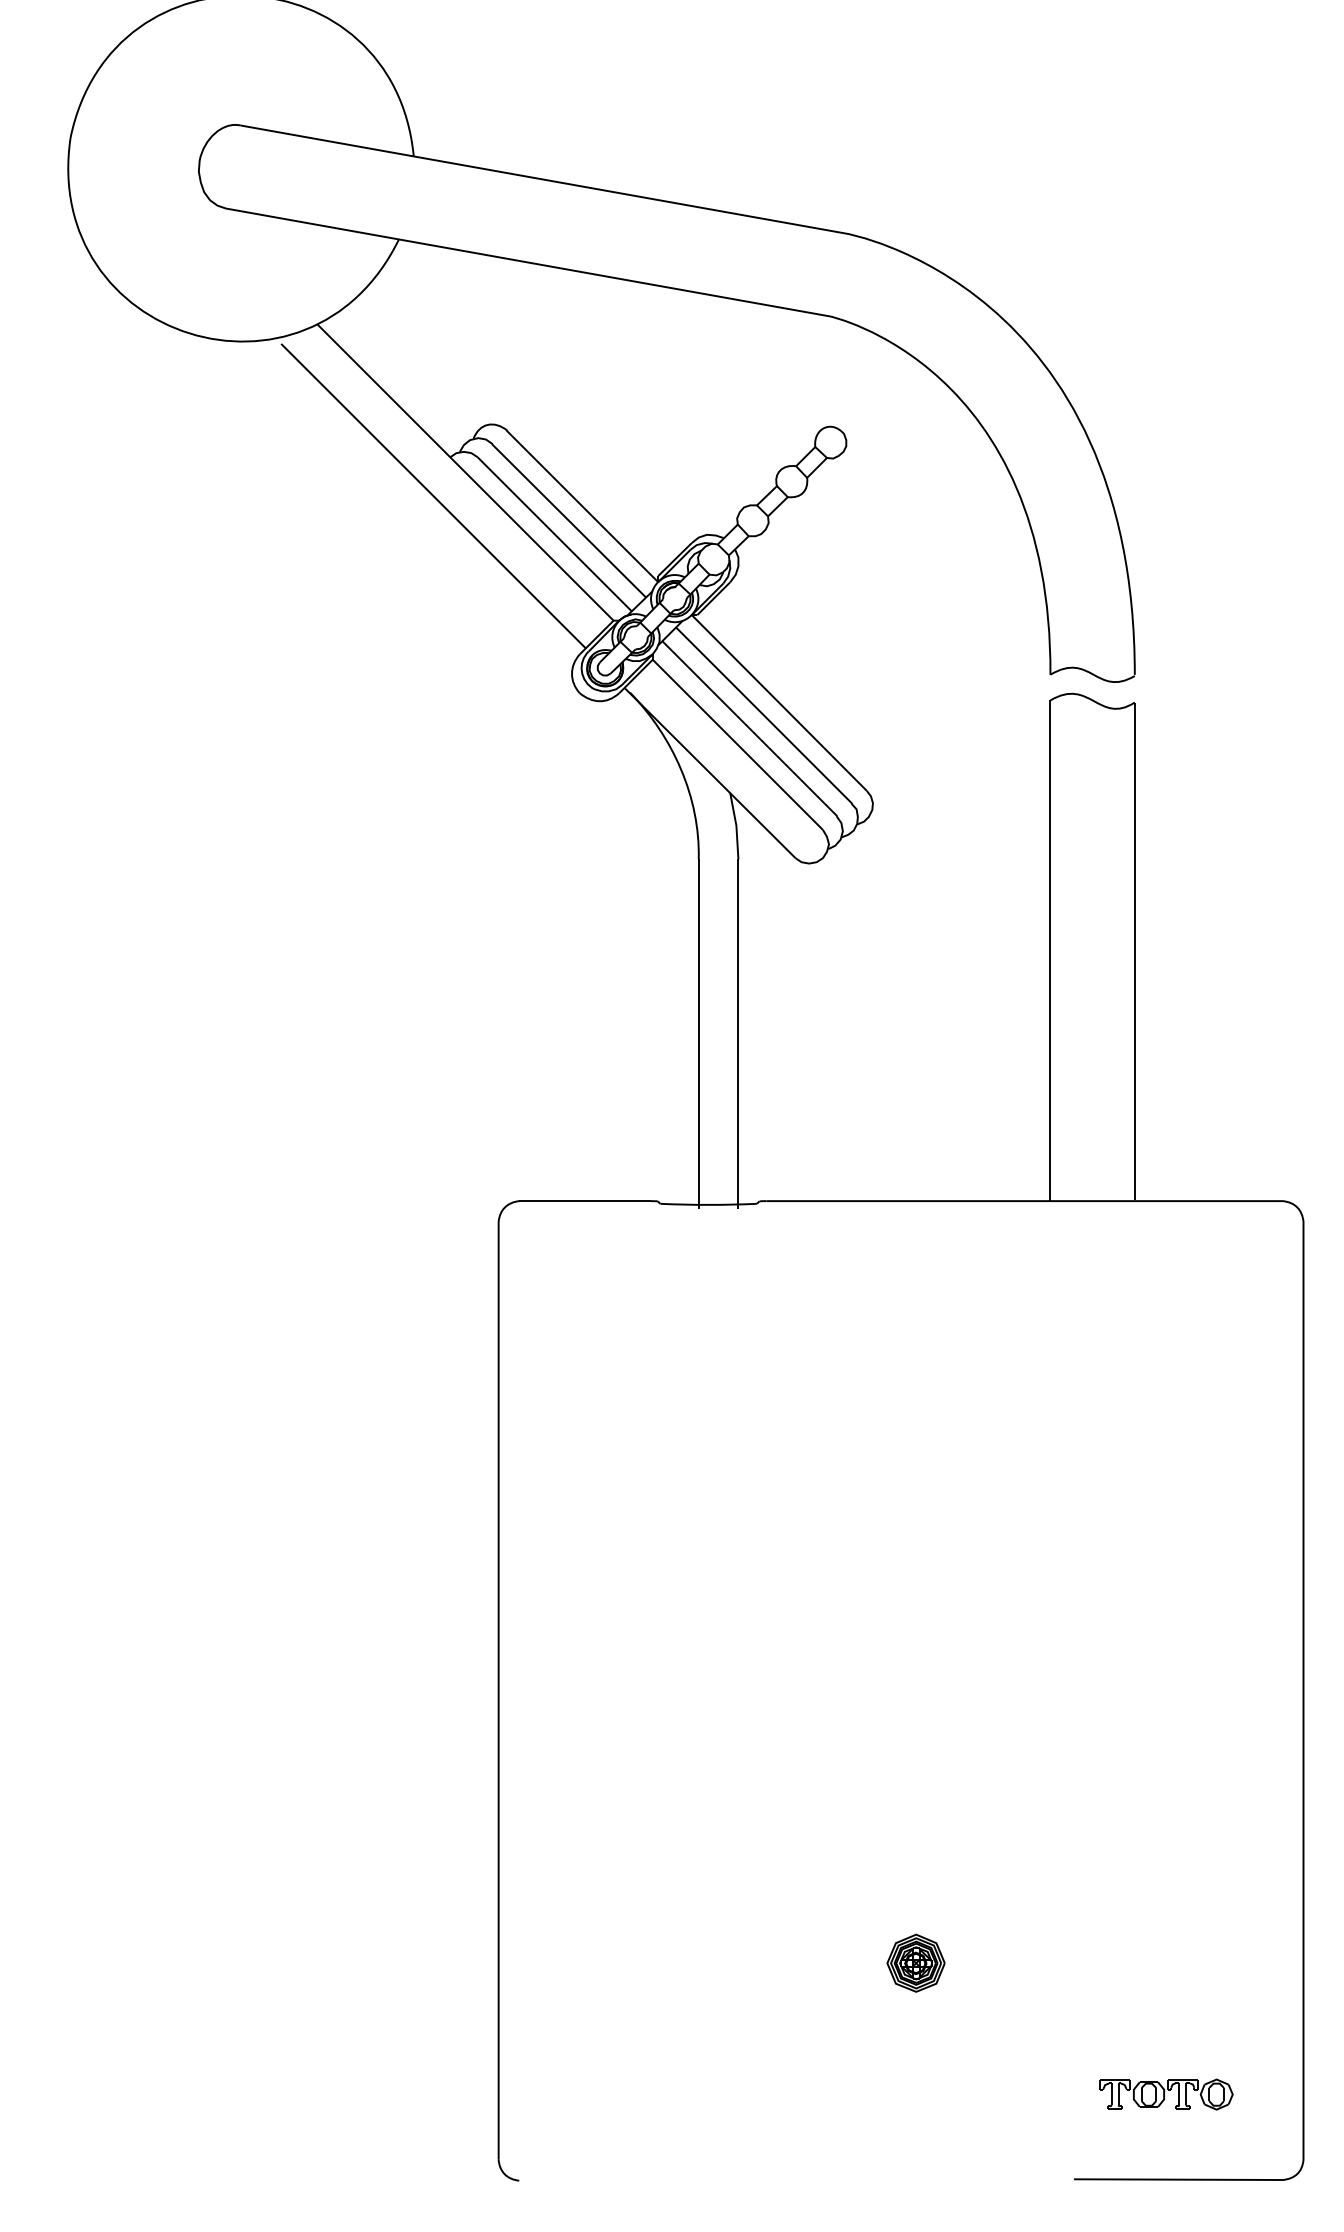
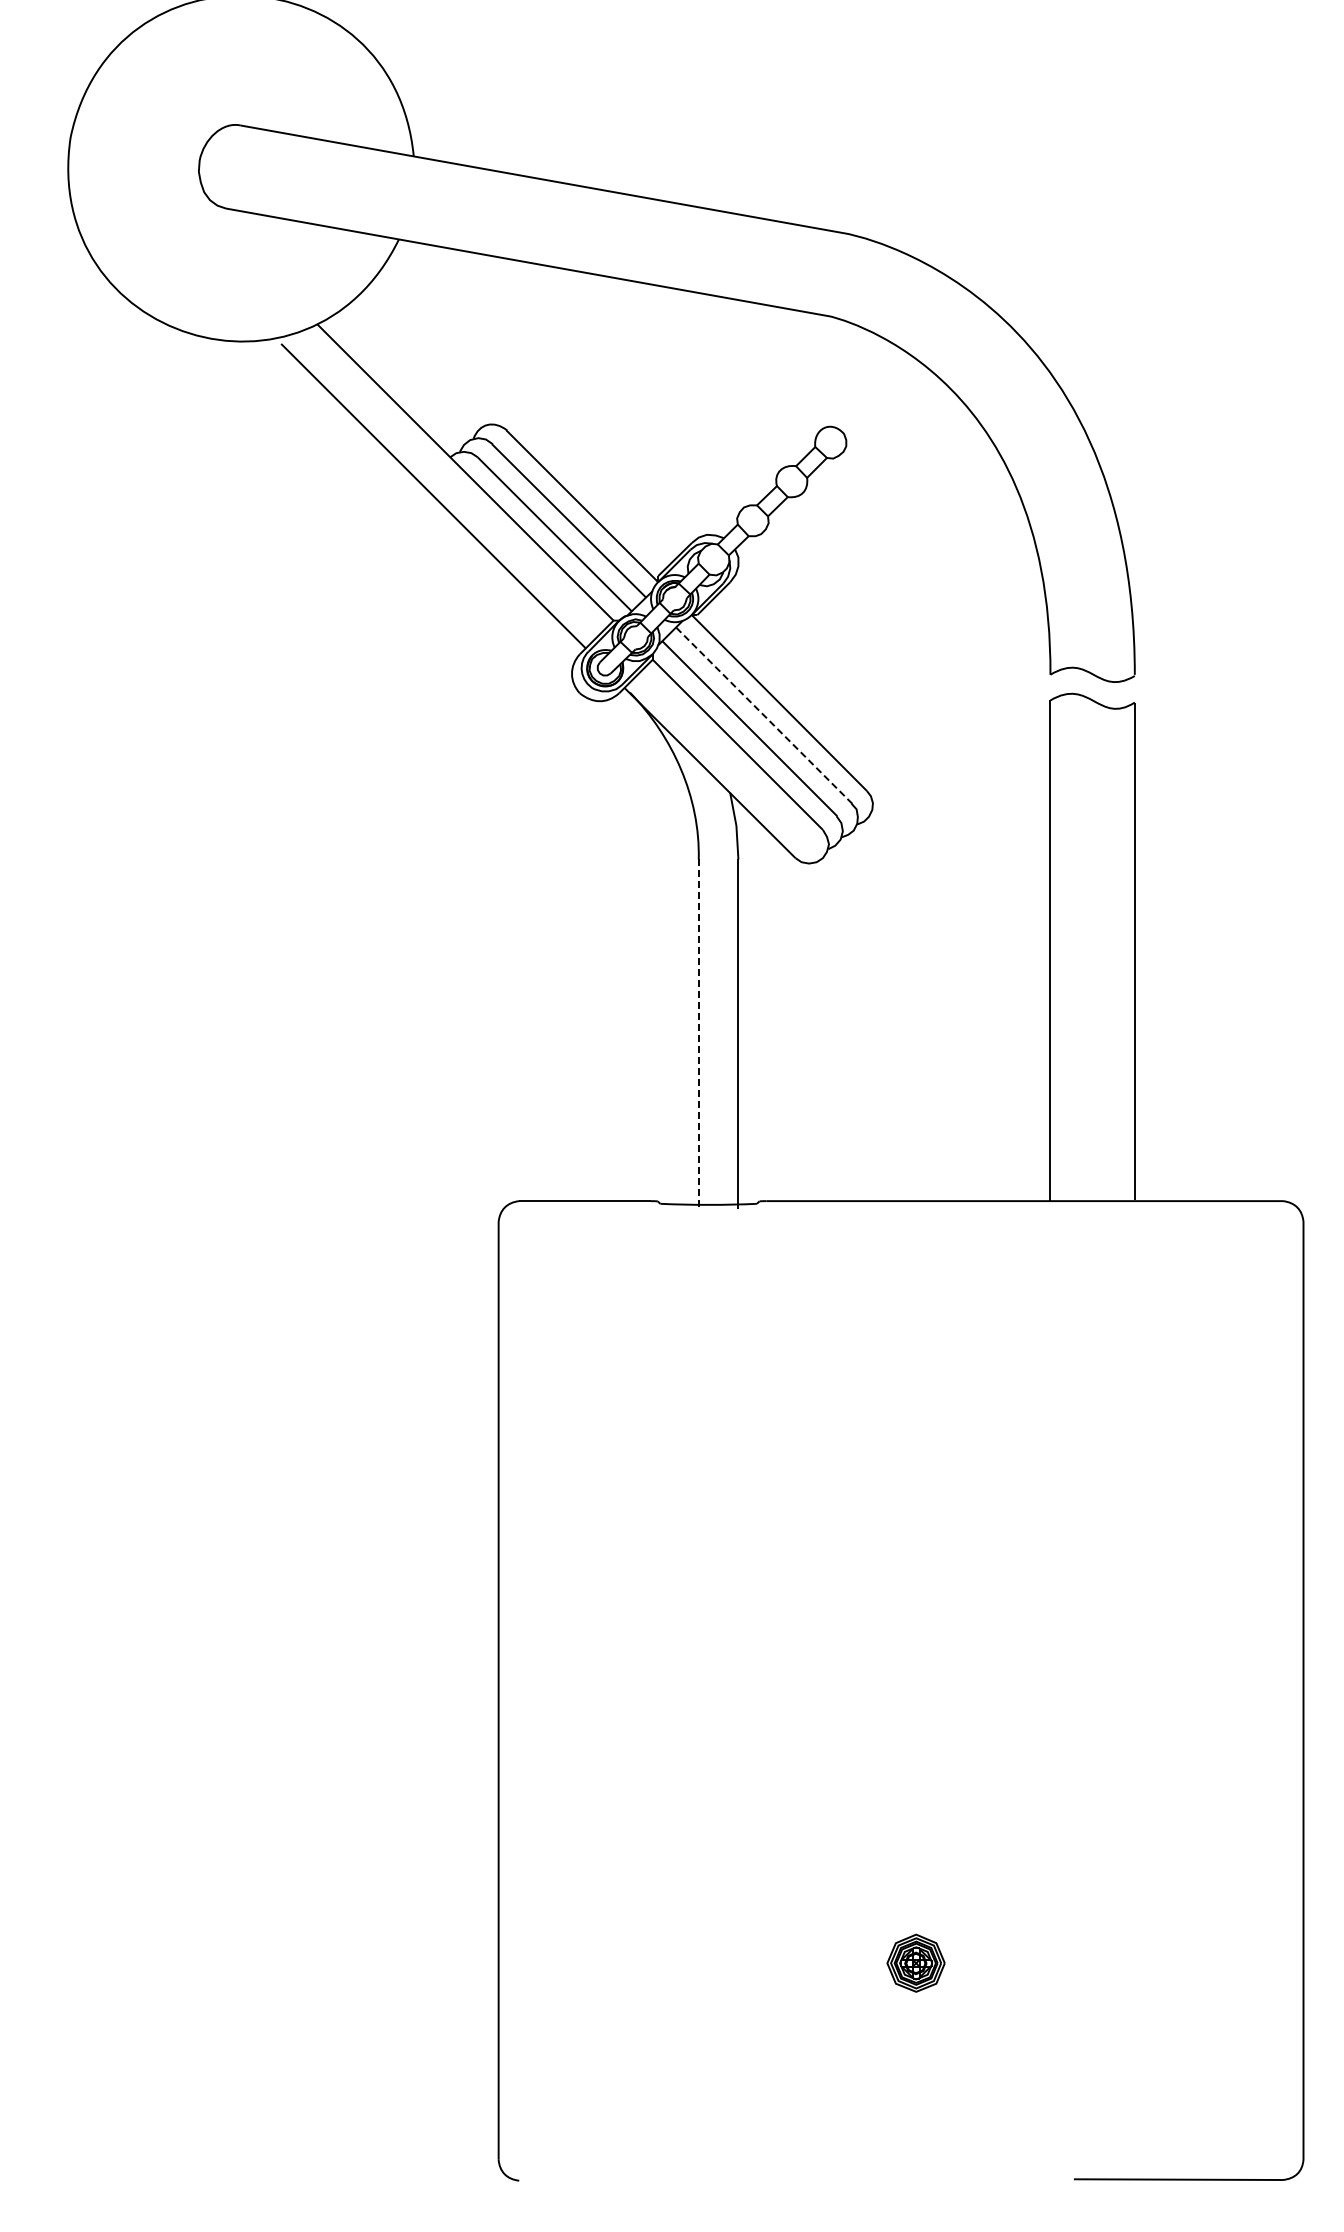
line at (764, 715): solid -> dashed
line at (698, 1034): solid -> dashed
part at (1166, 2094): present -> none
